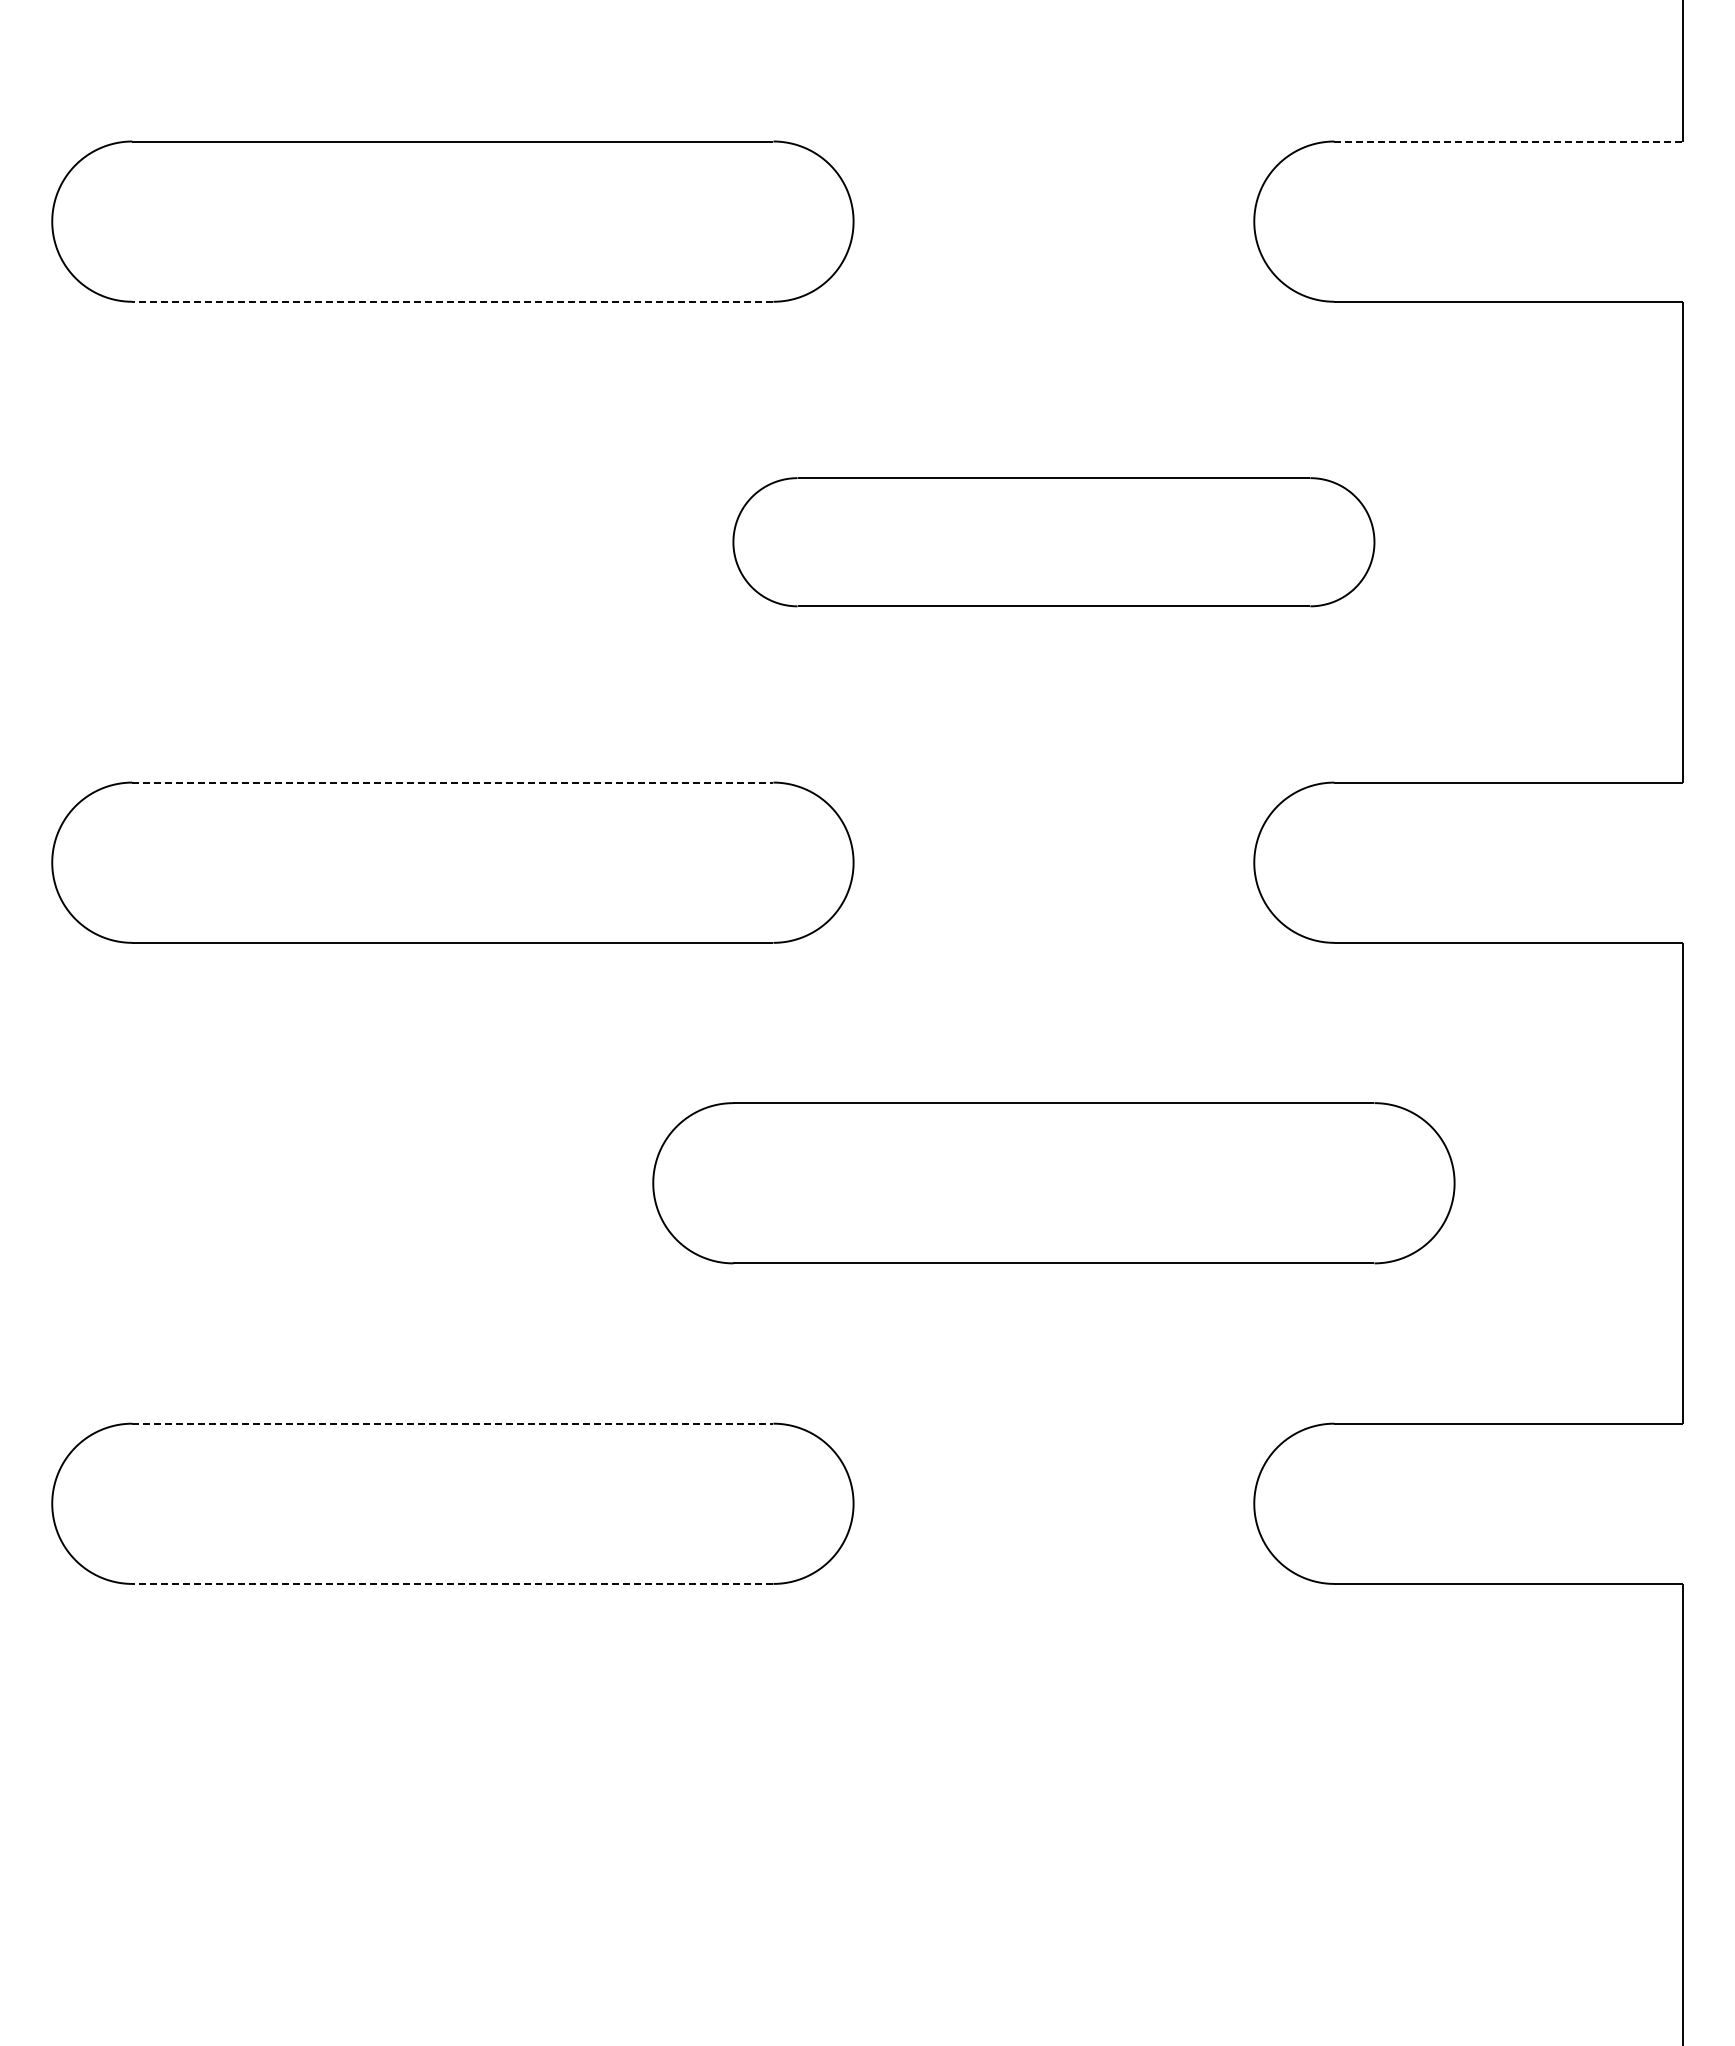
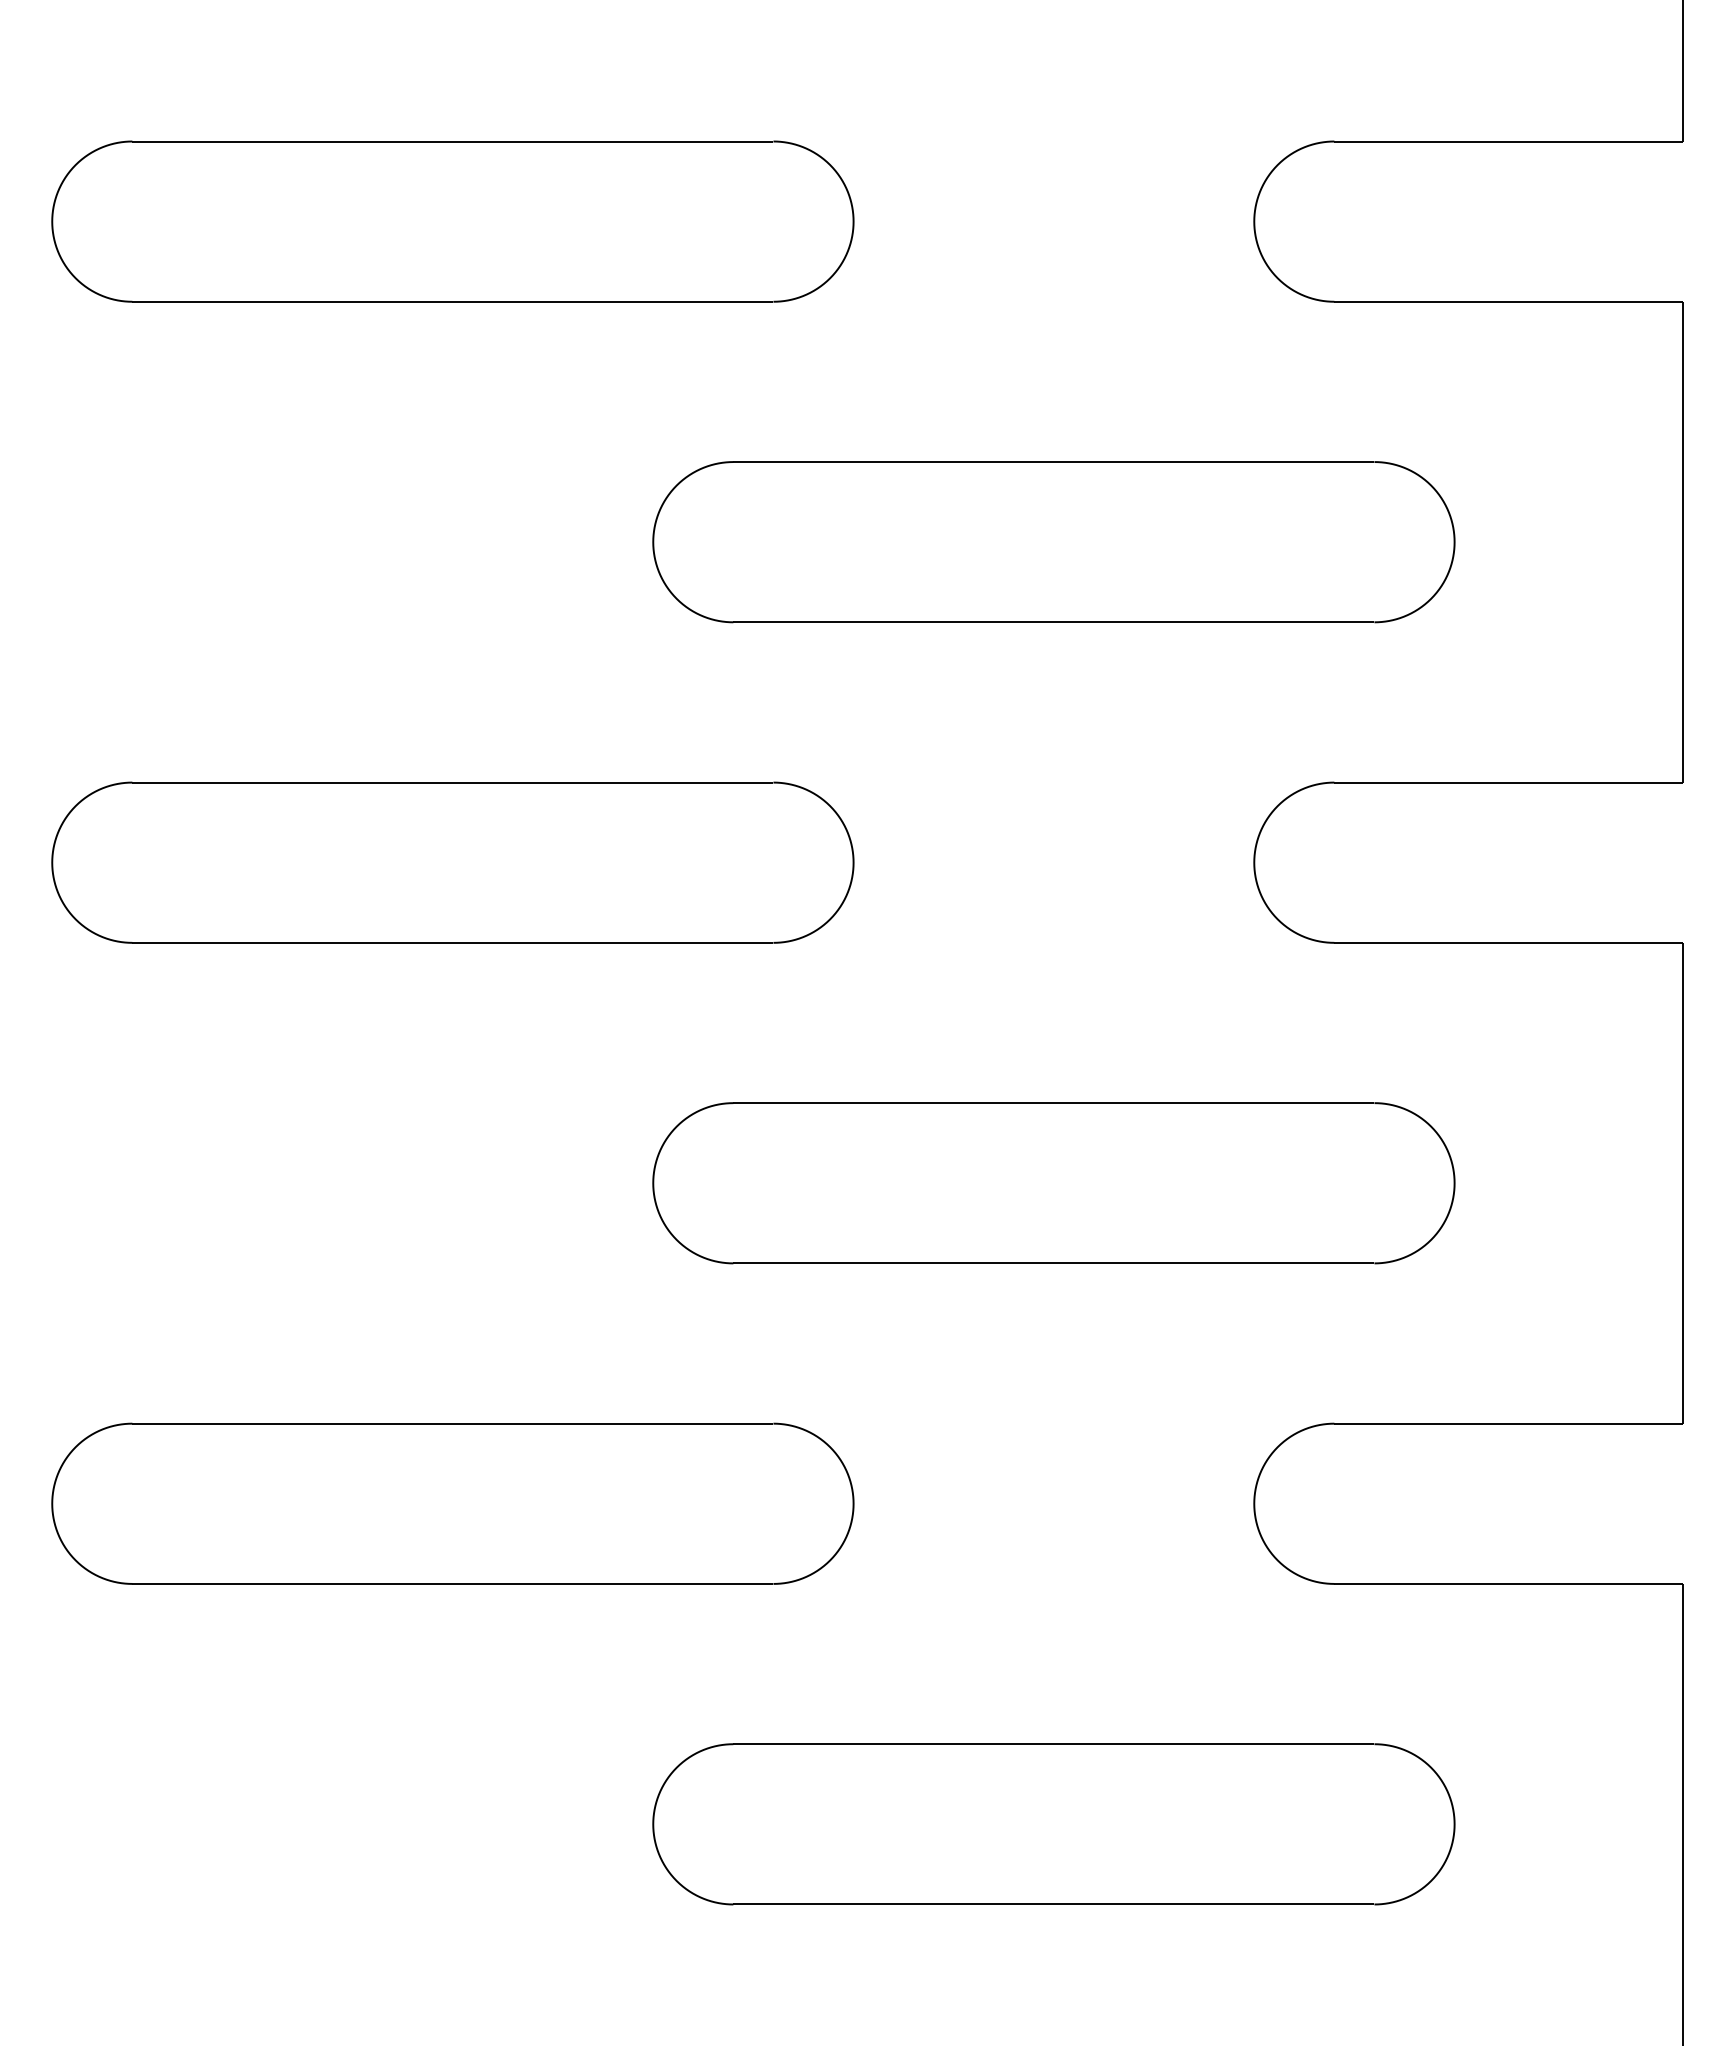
line at (1509, 141): dashed -> solid
line at (452, 301): dashed -> solid
part at (1053, 542) size: 644x131 px -> 804x163 px
line at (452, 782): dashed -> solid
line at (452, 1423): dashed -> solid
line at (452, 1583): dashed -> solid
part at (1053, 1824): none -> present
